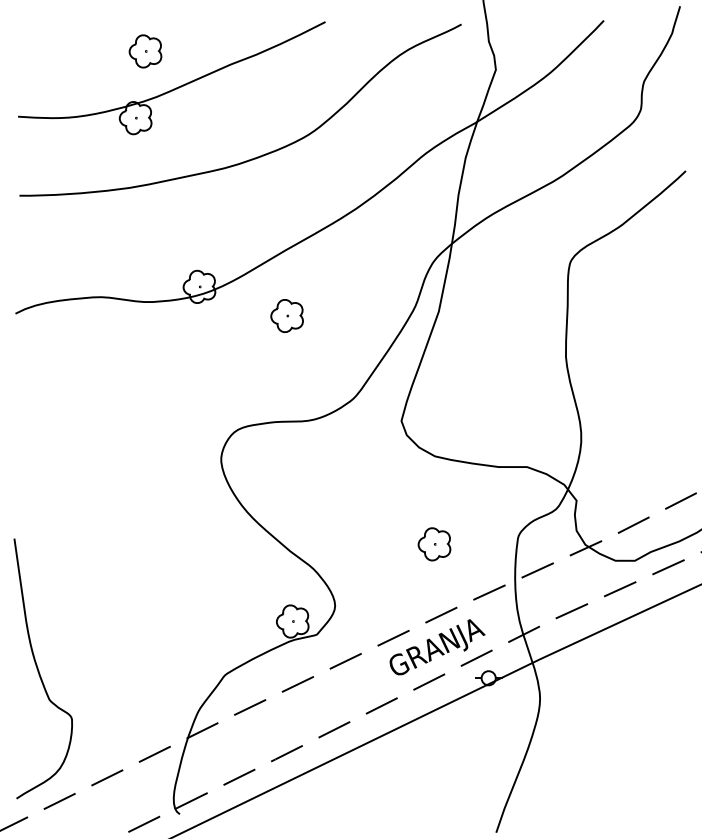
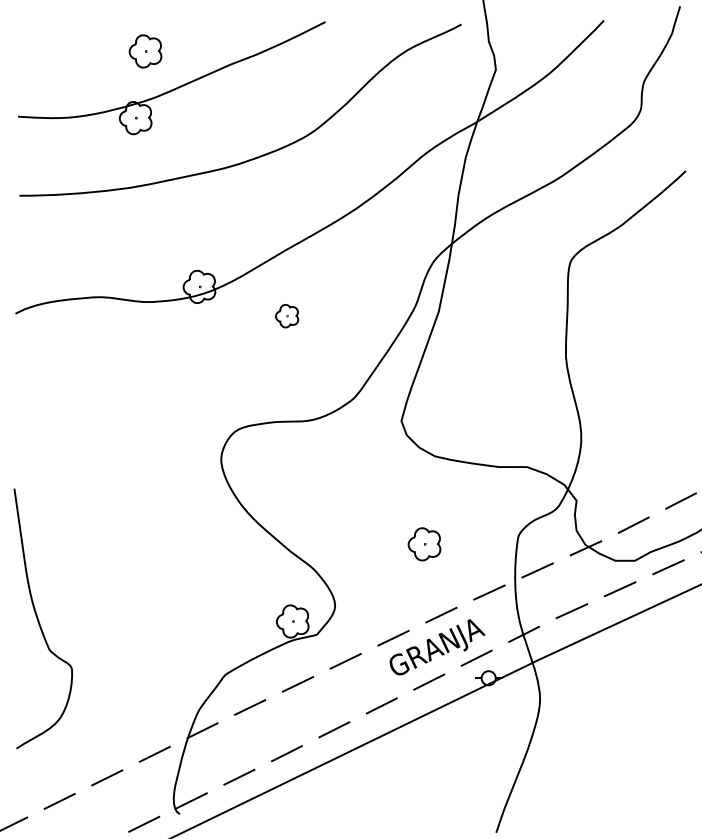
part at (286, 316) size: 34x35 px -> 25x25 px
part at (434, 544) position: (434, 544) -> (424, 544)
curve at (39, 670) position: (39, 670) -> (39, 620)
